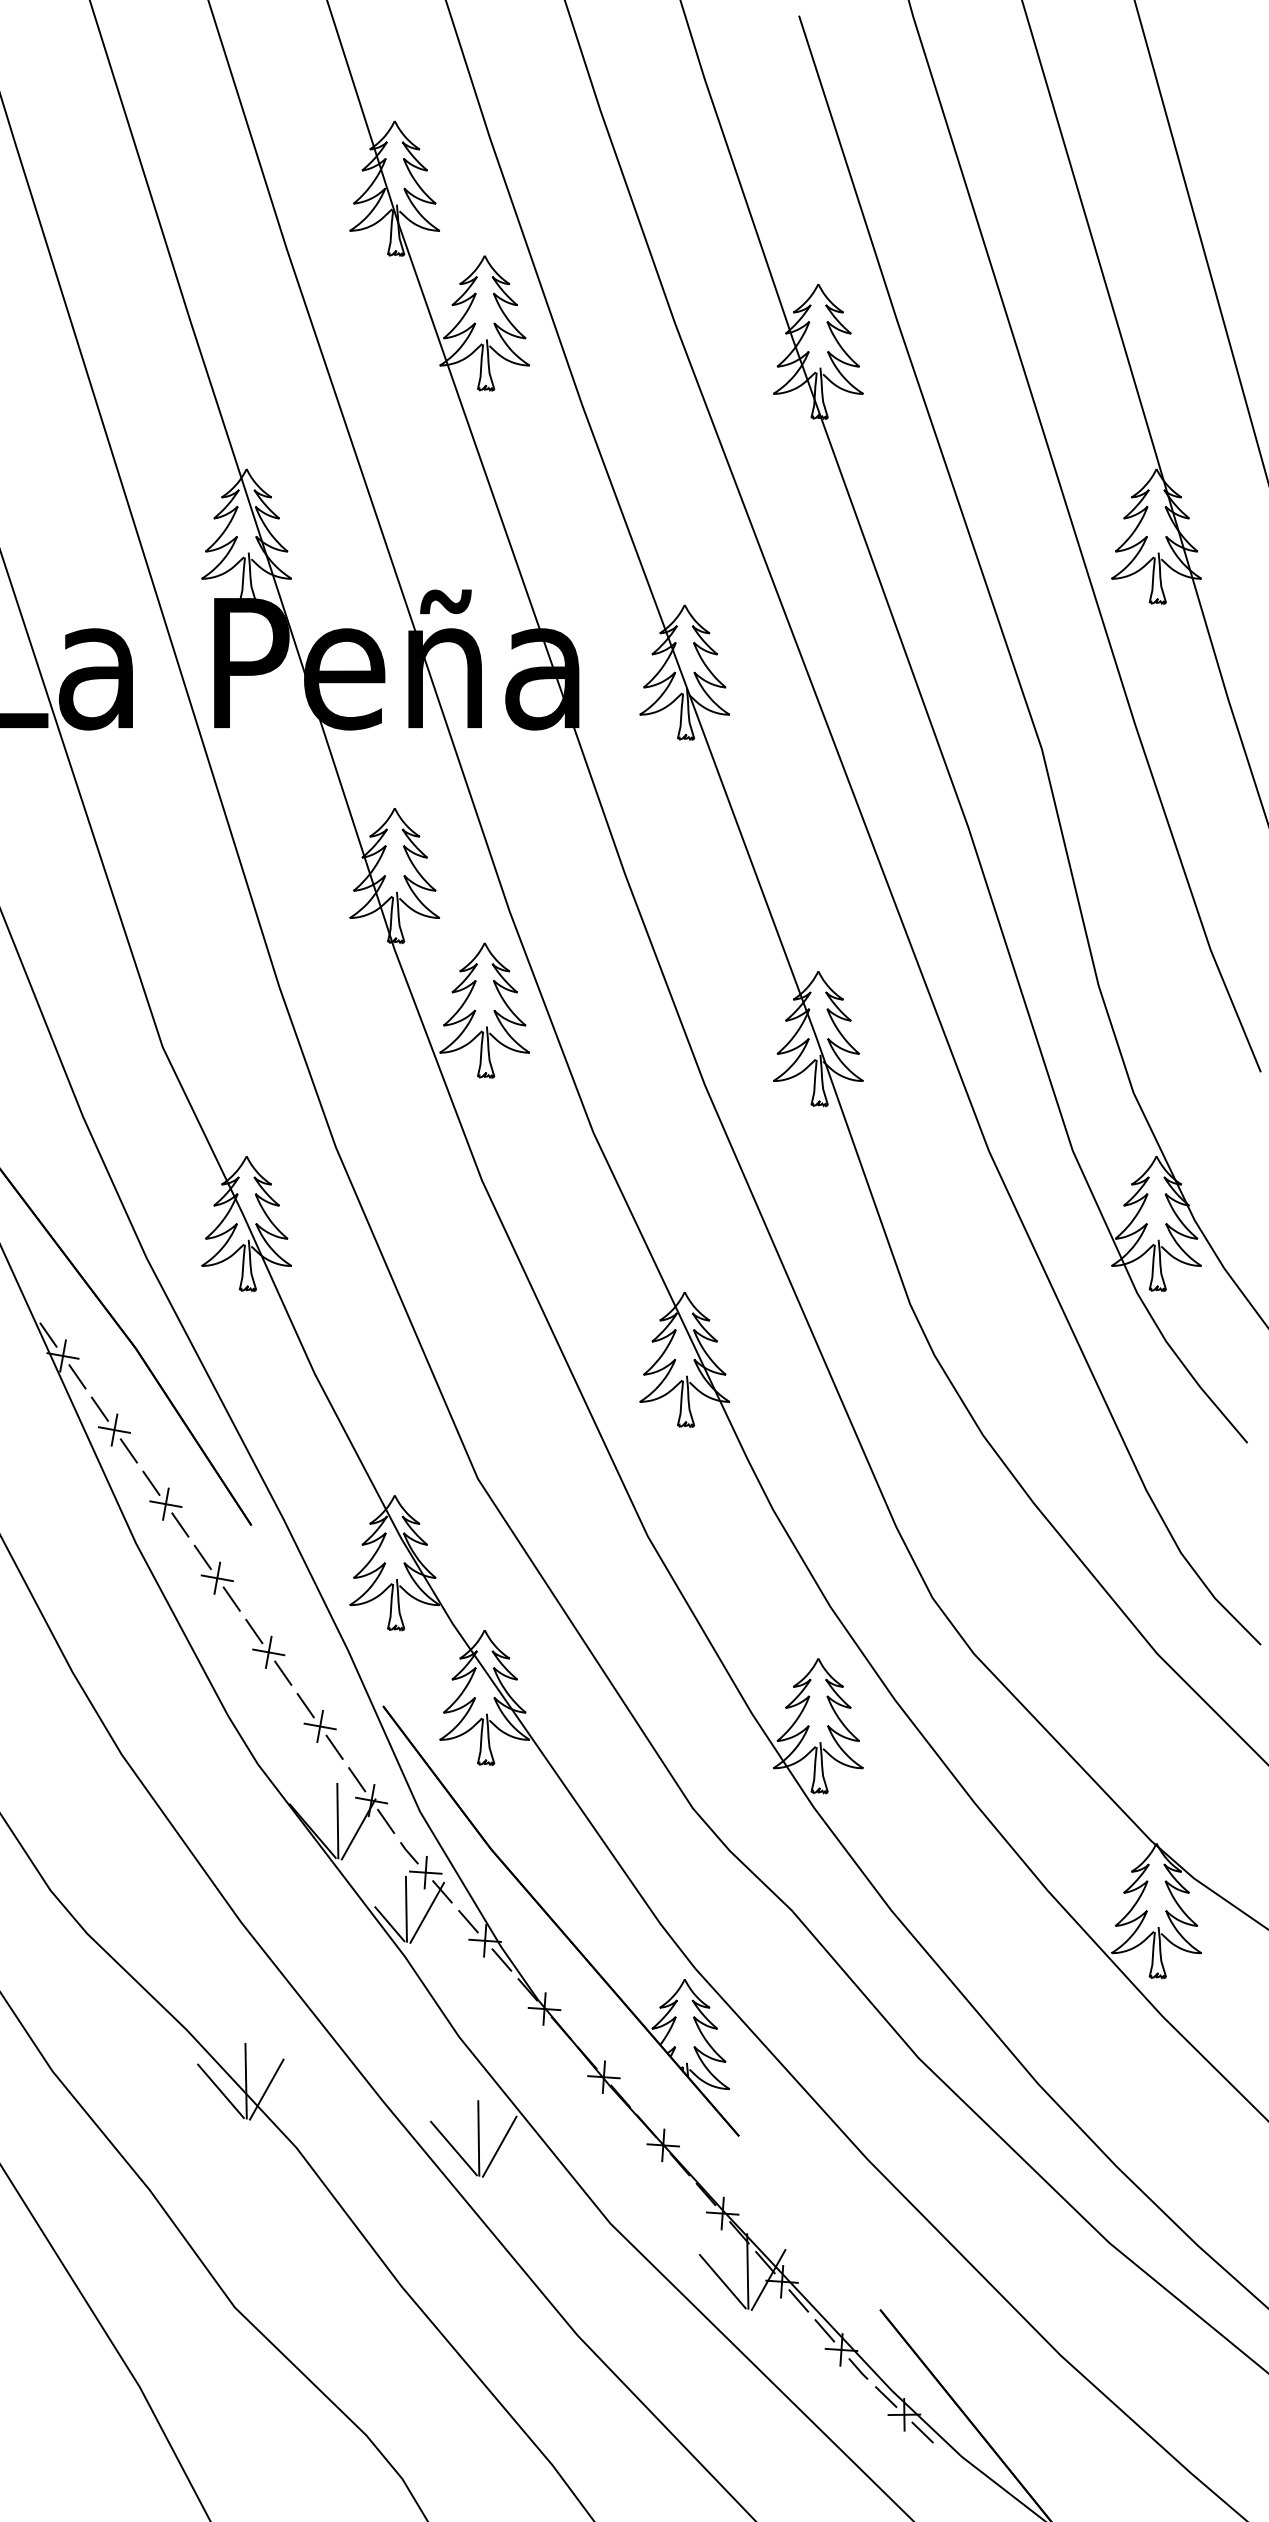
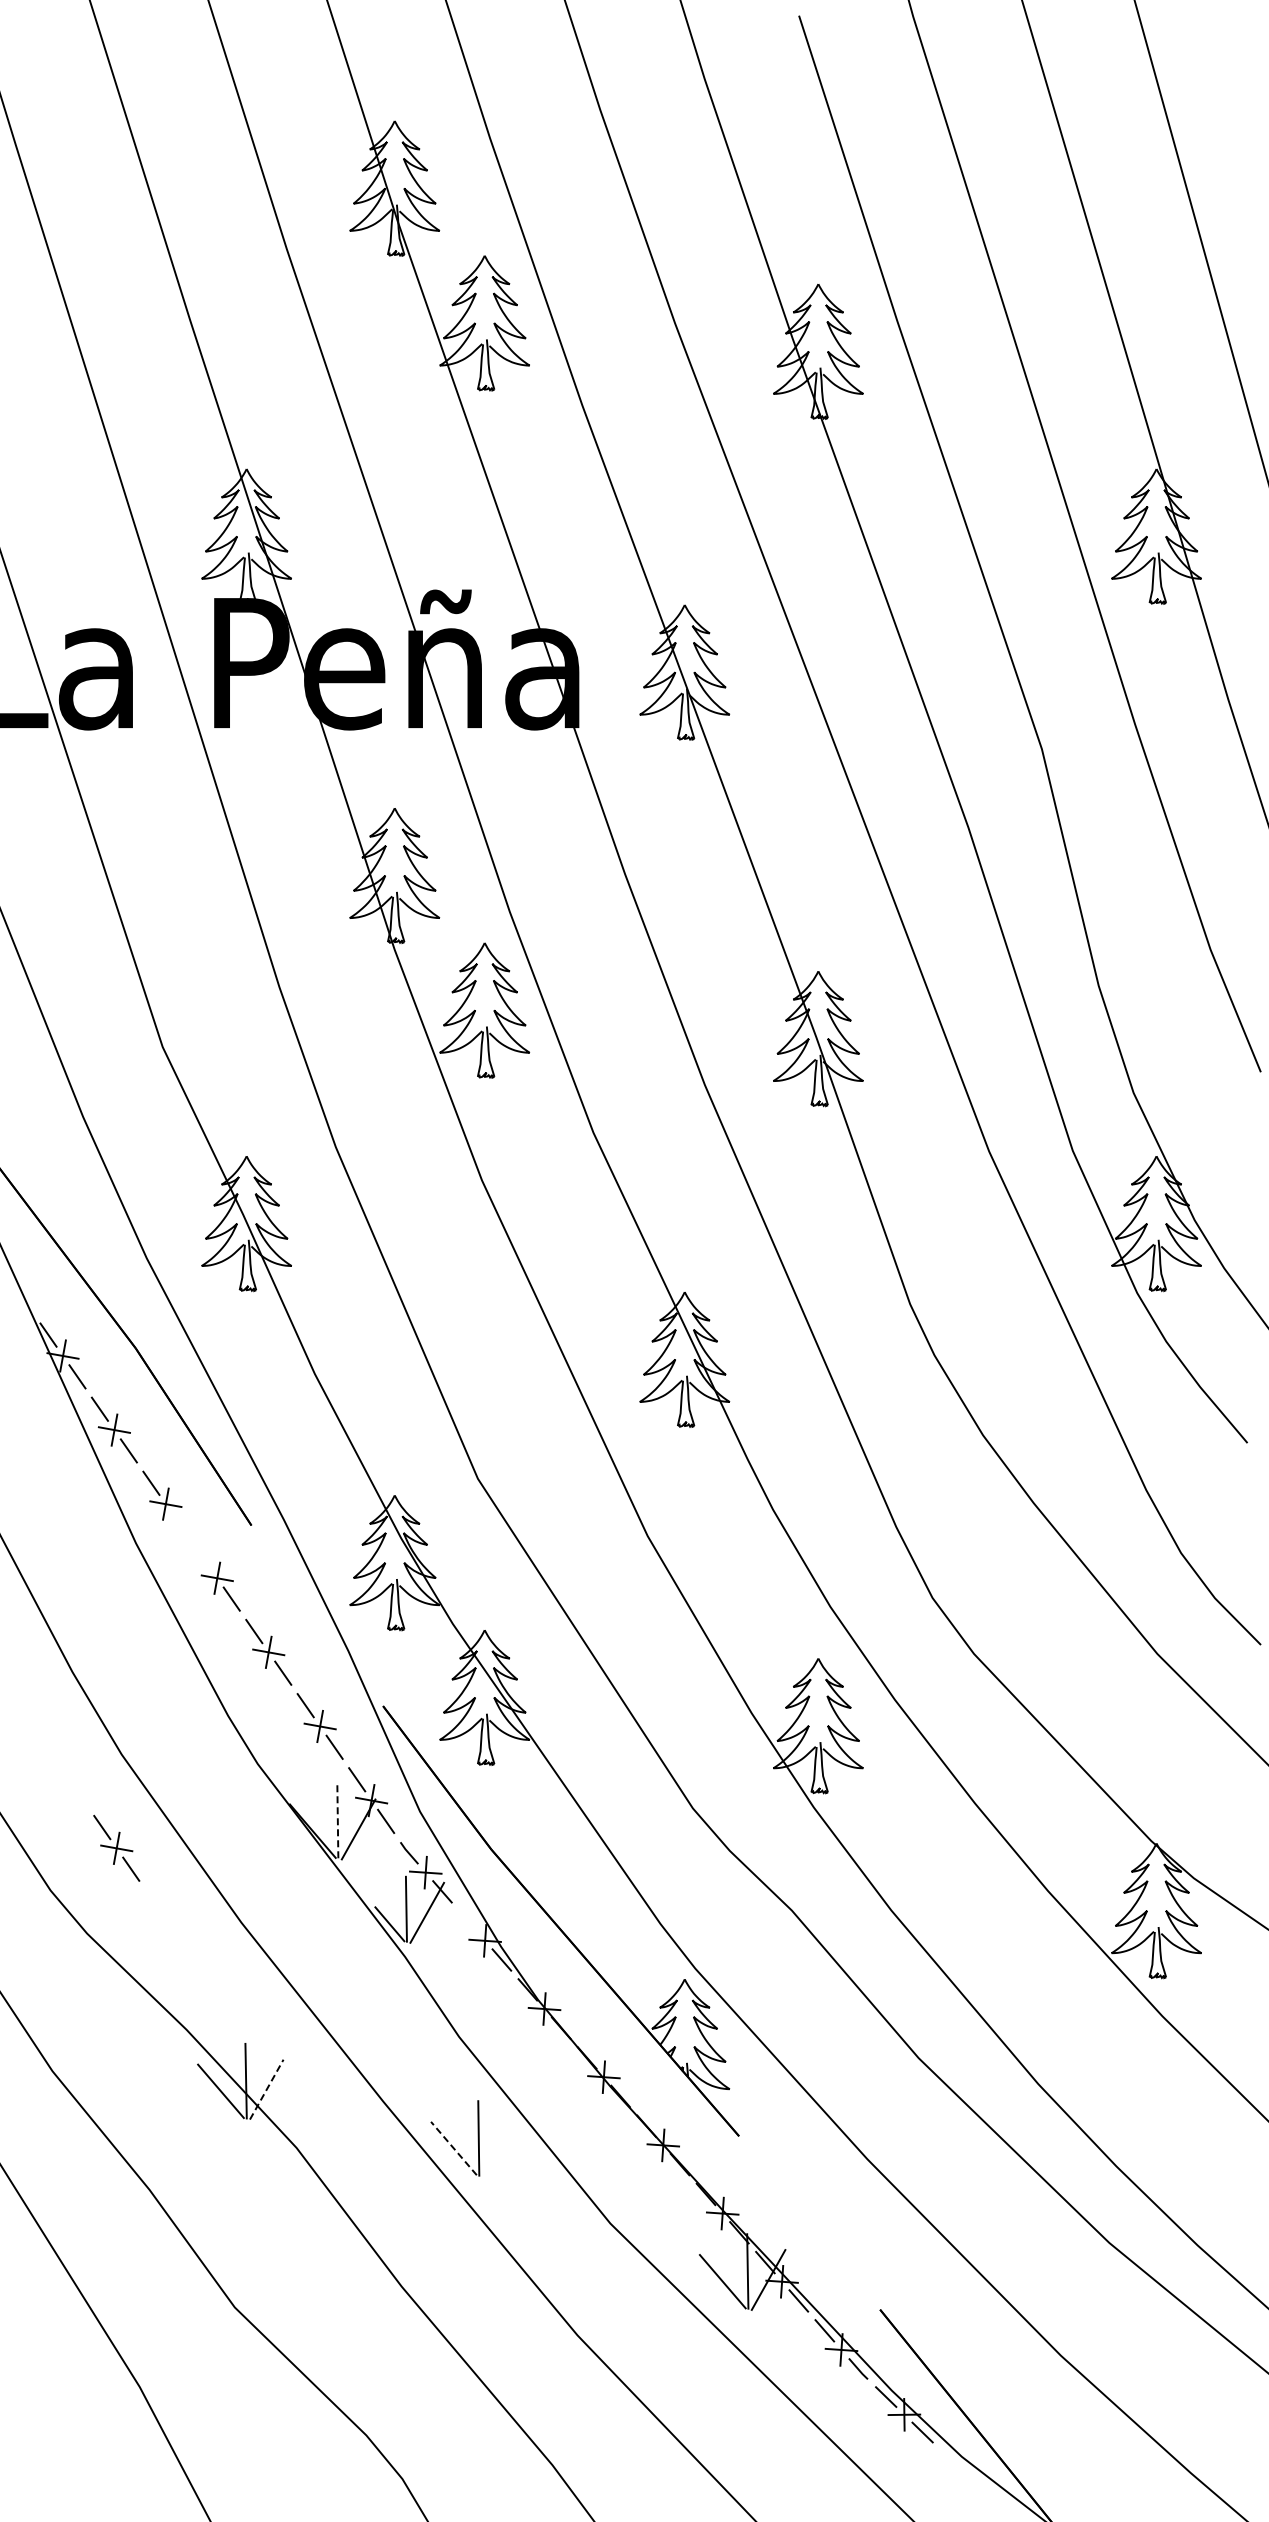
line at (180, 1524): present -> none
line at (202, 1557): present -> none
line at (337, 1820): solid -> dashed
part at (116, 1847): none -> present
line at (468, 1921): present -> none
line at (266, 2089): solid -> dashed
line at (499, 2146): present -> none
line at (453, 2148): solid -> dashed
